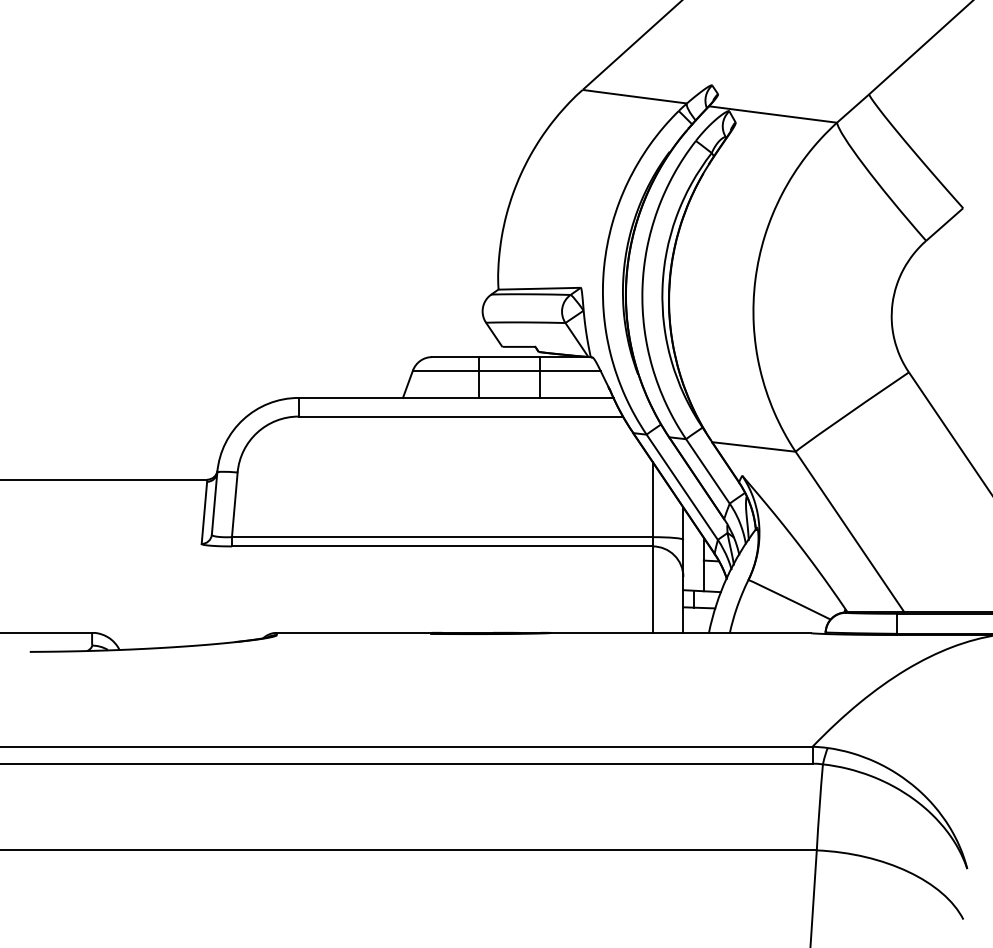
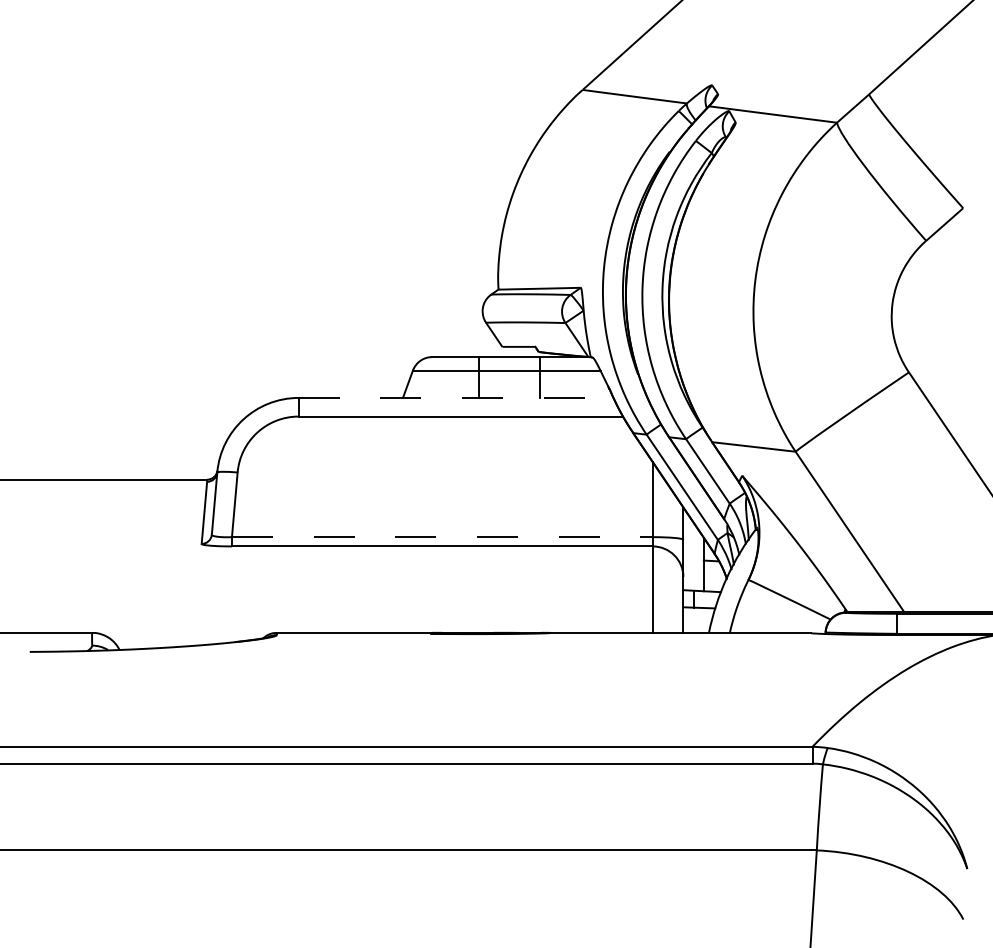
line at (456, 397): solid -> dashed
line at (442, 537): solid -> dashed
